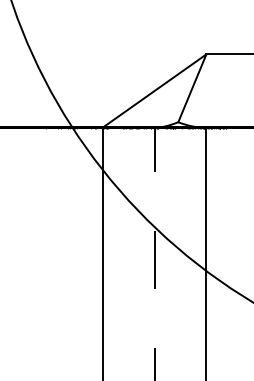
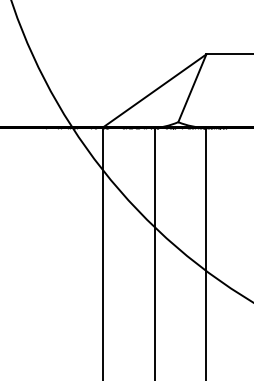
line at (154, 253): dashed -> solid
